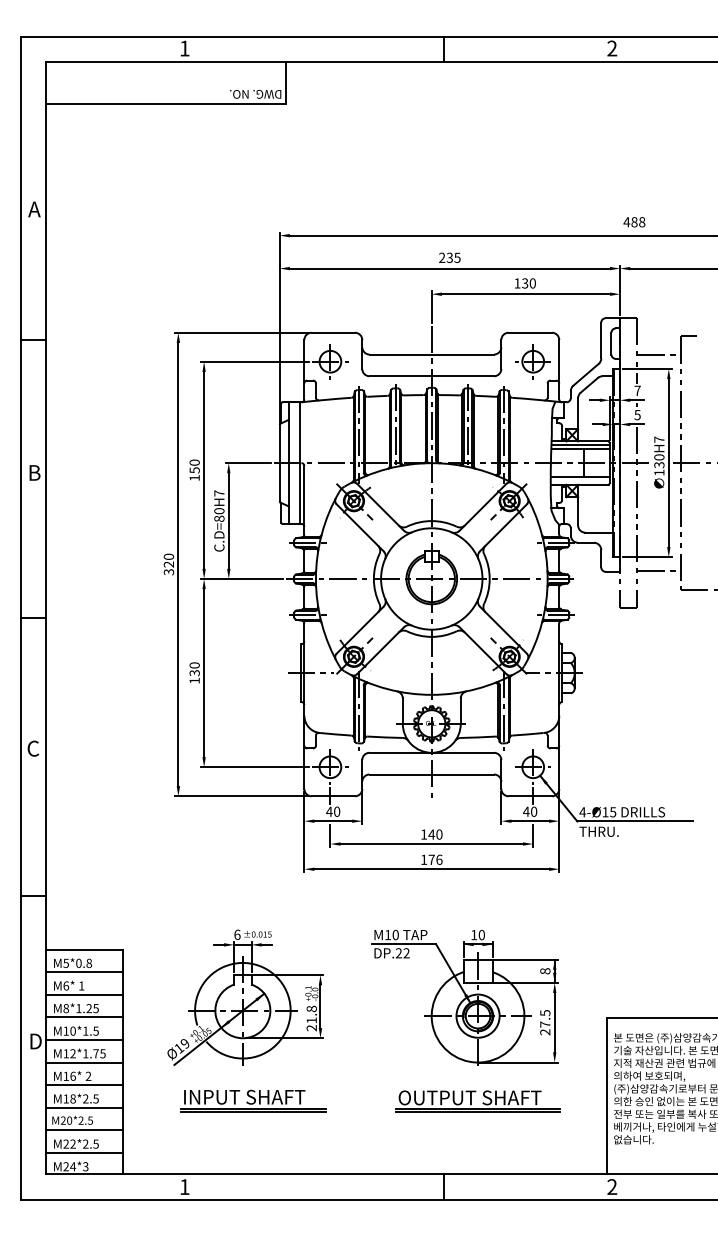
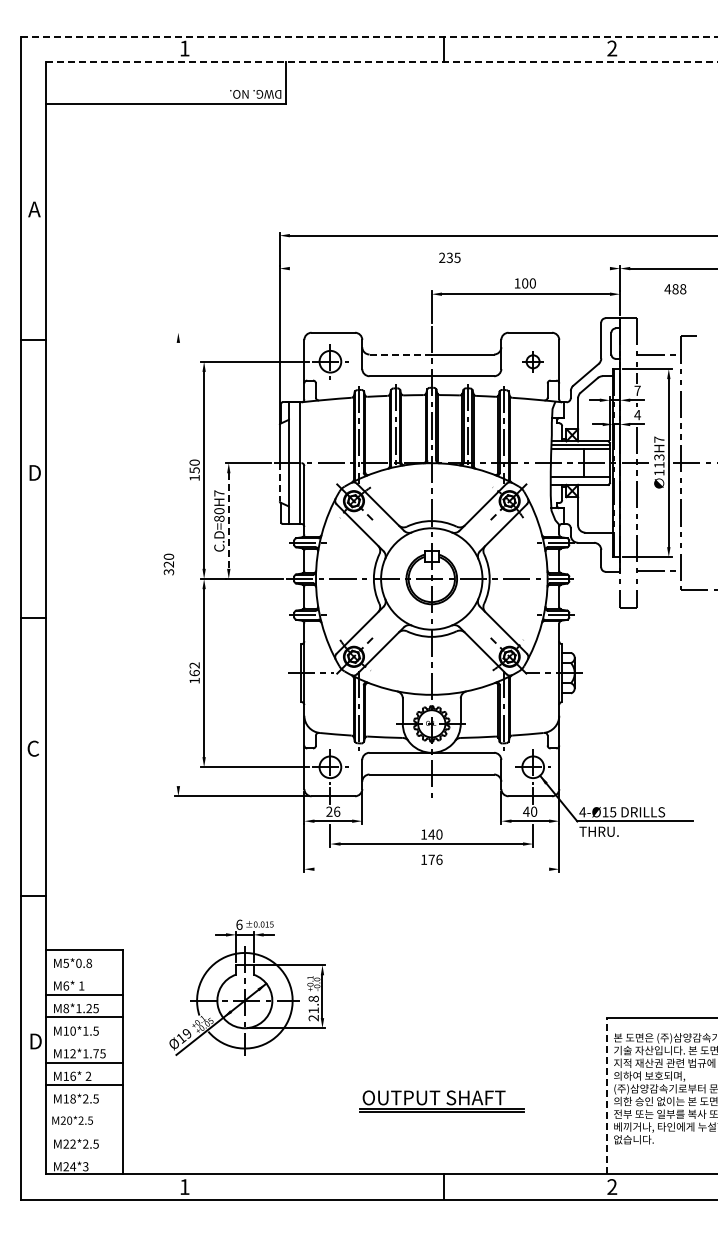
line at (369, 37): solid -> dashed
line at (382, 61): solid -> dashed
text at (634, 222) position: (634, 222) -> (675, 289)
line at (448, 268): present -> none
text at (525, 283): 130 -> 100
line at (241, 332): present -> none
line at (401, 354): solid -> dashed
part at (532, 361) size: 36x36 px -> 22x22 px
text at (637, 415): 5 -> 4
text at (659, 461): 130H7 -> 113H7
text at (35, 472): B -> D
line at (279, 482): solid -> dashed
line at (228, 521): solid -> dashed
line at (178, 564): present -> none
text at (194, 669): 130 -> 162
text at (333, 811): 40 -> 26
line at (431, 869): present -> none
line at (84, 972): present -> none
part at (245, 997) position: (245, 997) -> (247, 987)
part at (464, 997): present -> none
line at (84, 1039): present -> none
line at (607, 1096): solid -> dashed
part at (253, 1100): present -> none
part at (477, 1101) position: (477, 1101) -> (441, 1101)
line at (84, 1107): present -> none
line at (84, 1130): present -> none
line at (84, 1152): present -> none
